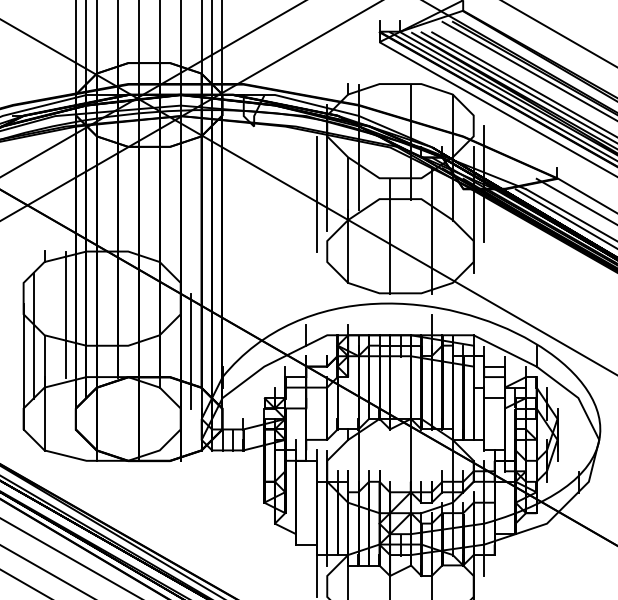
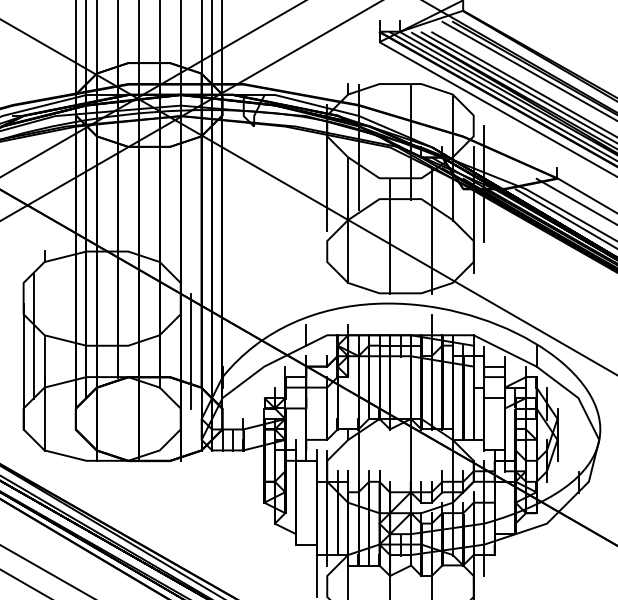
line at (558, 33): present -> none
line at (317, 194): present -> none
line at (65, 314): present -> none
line at (70, 557): present -> none
